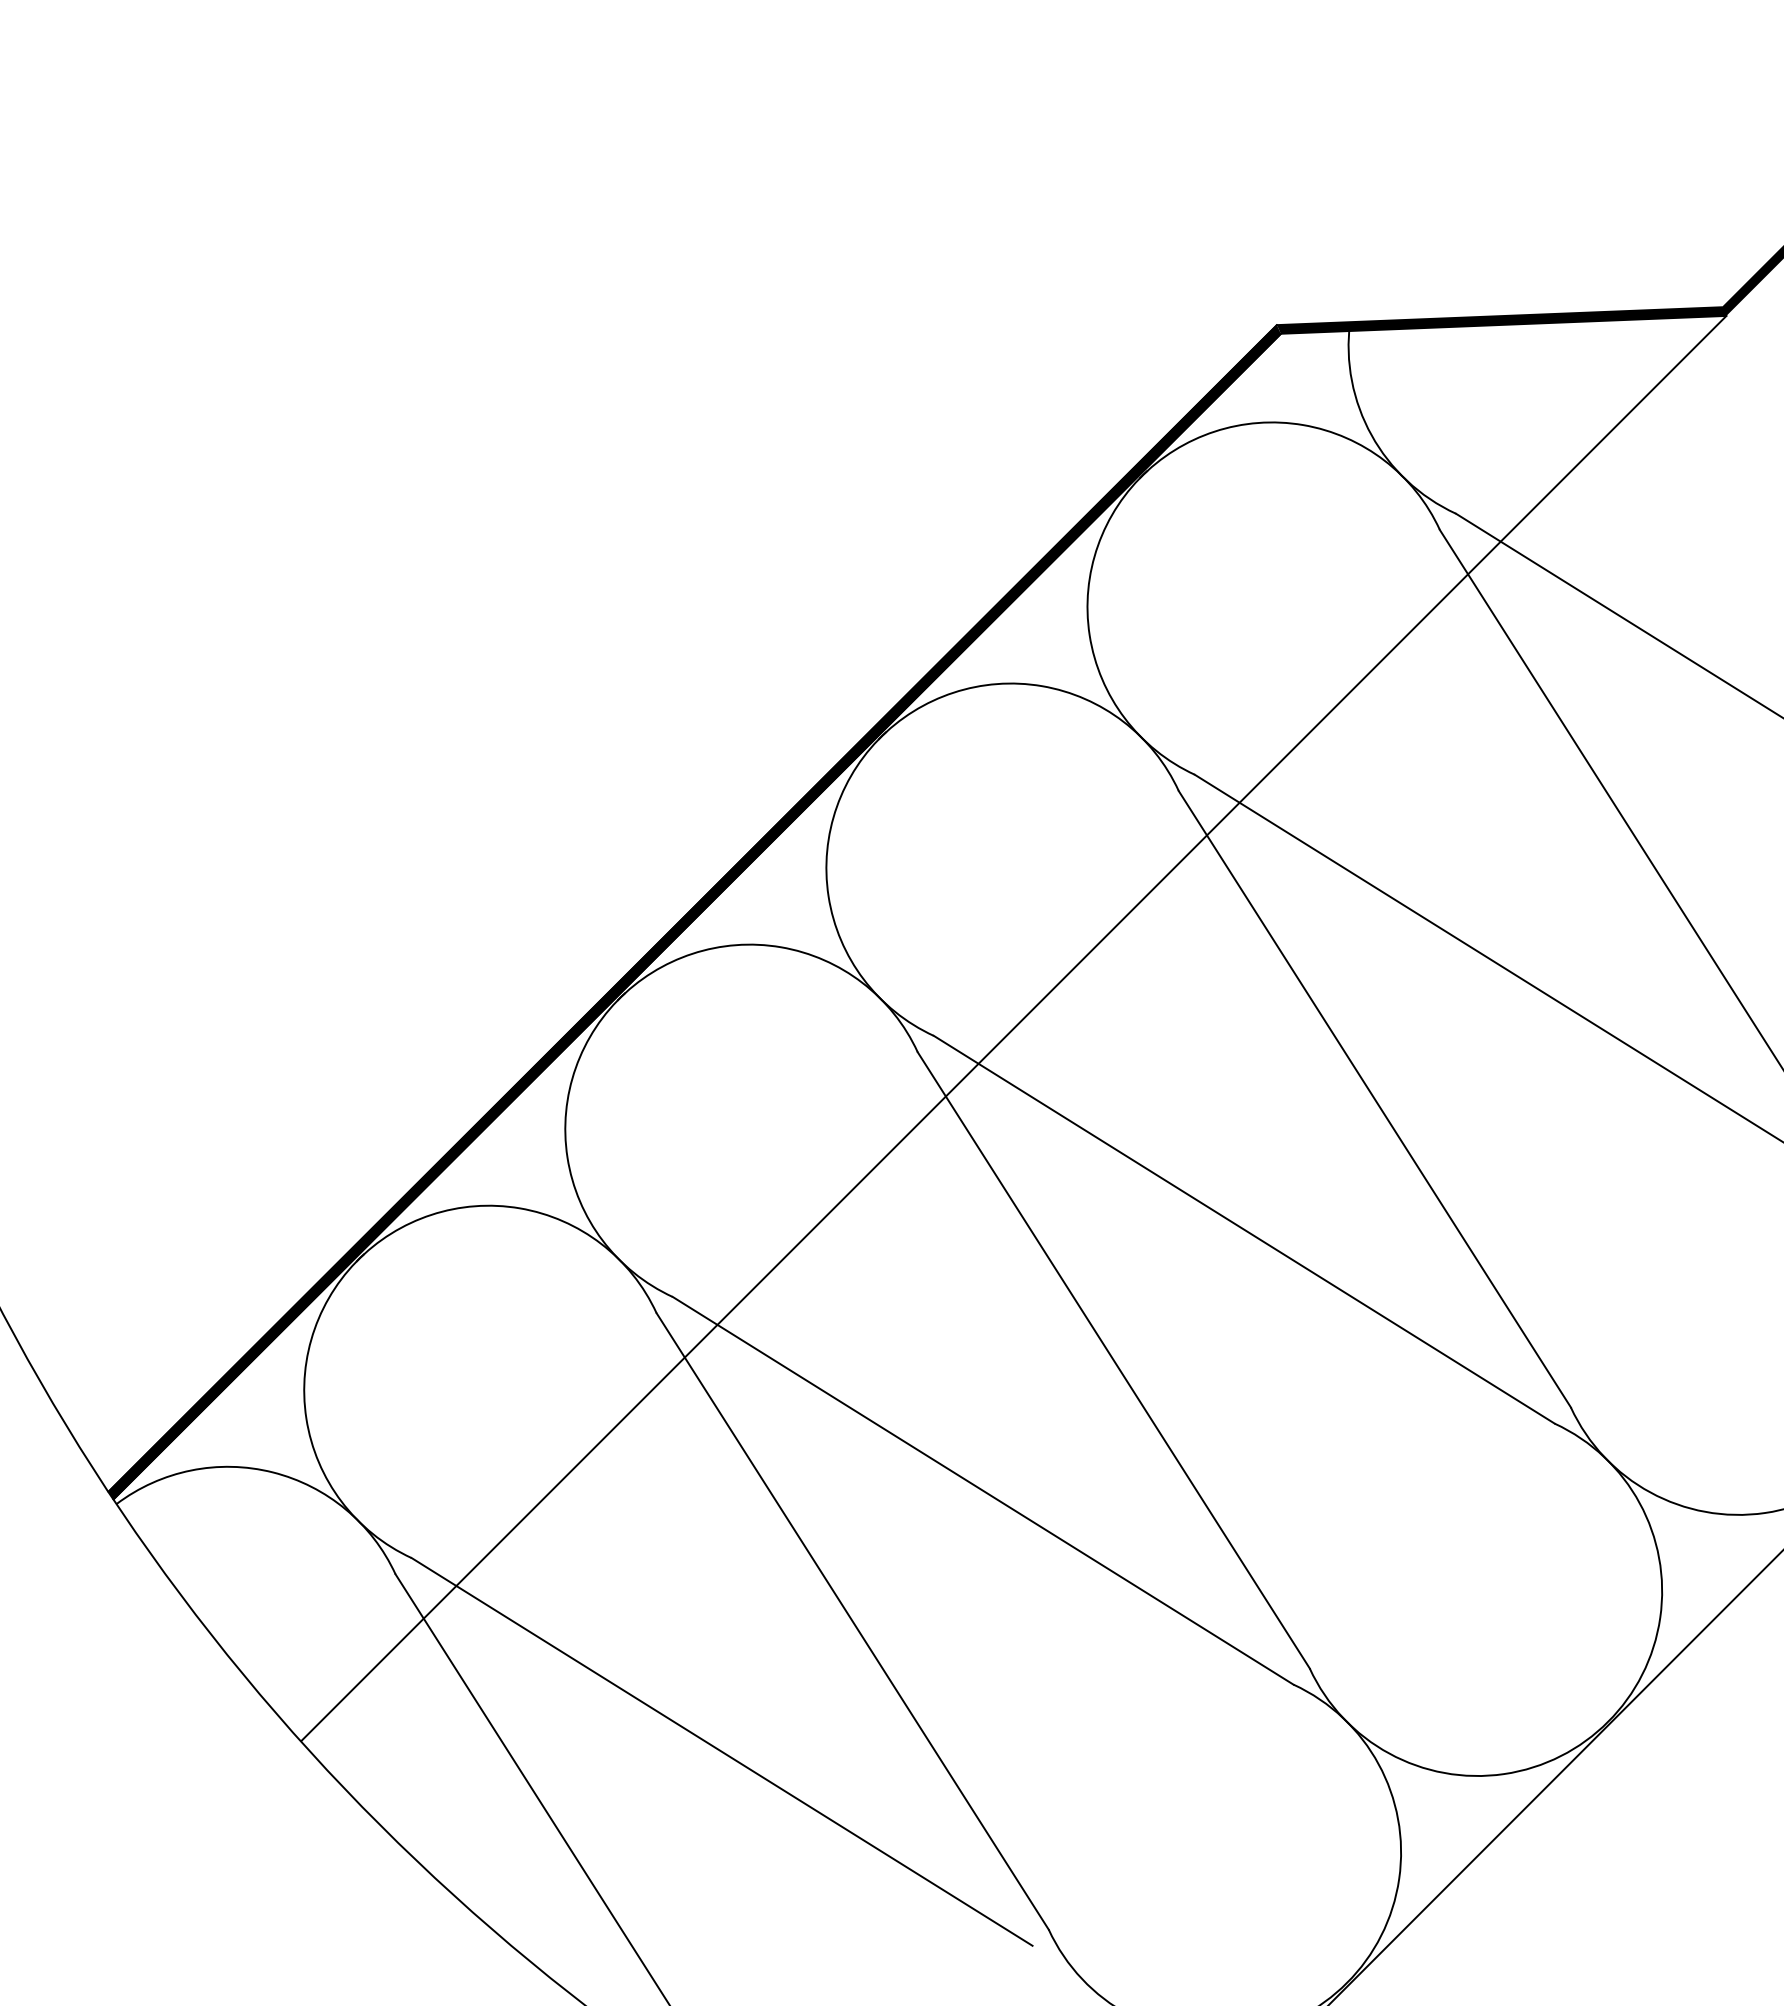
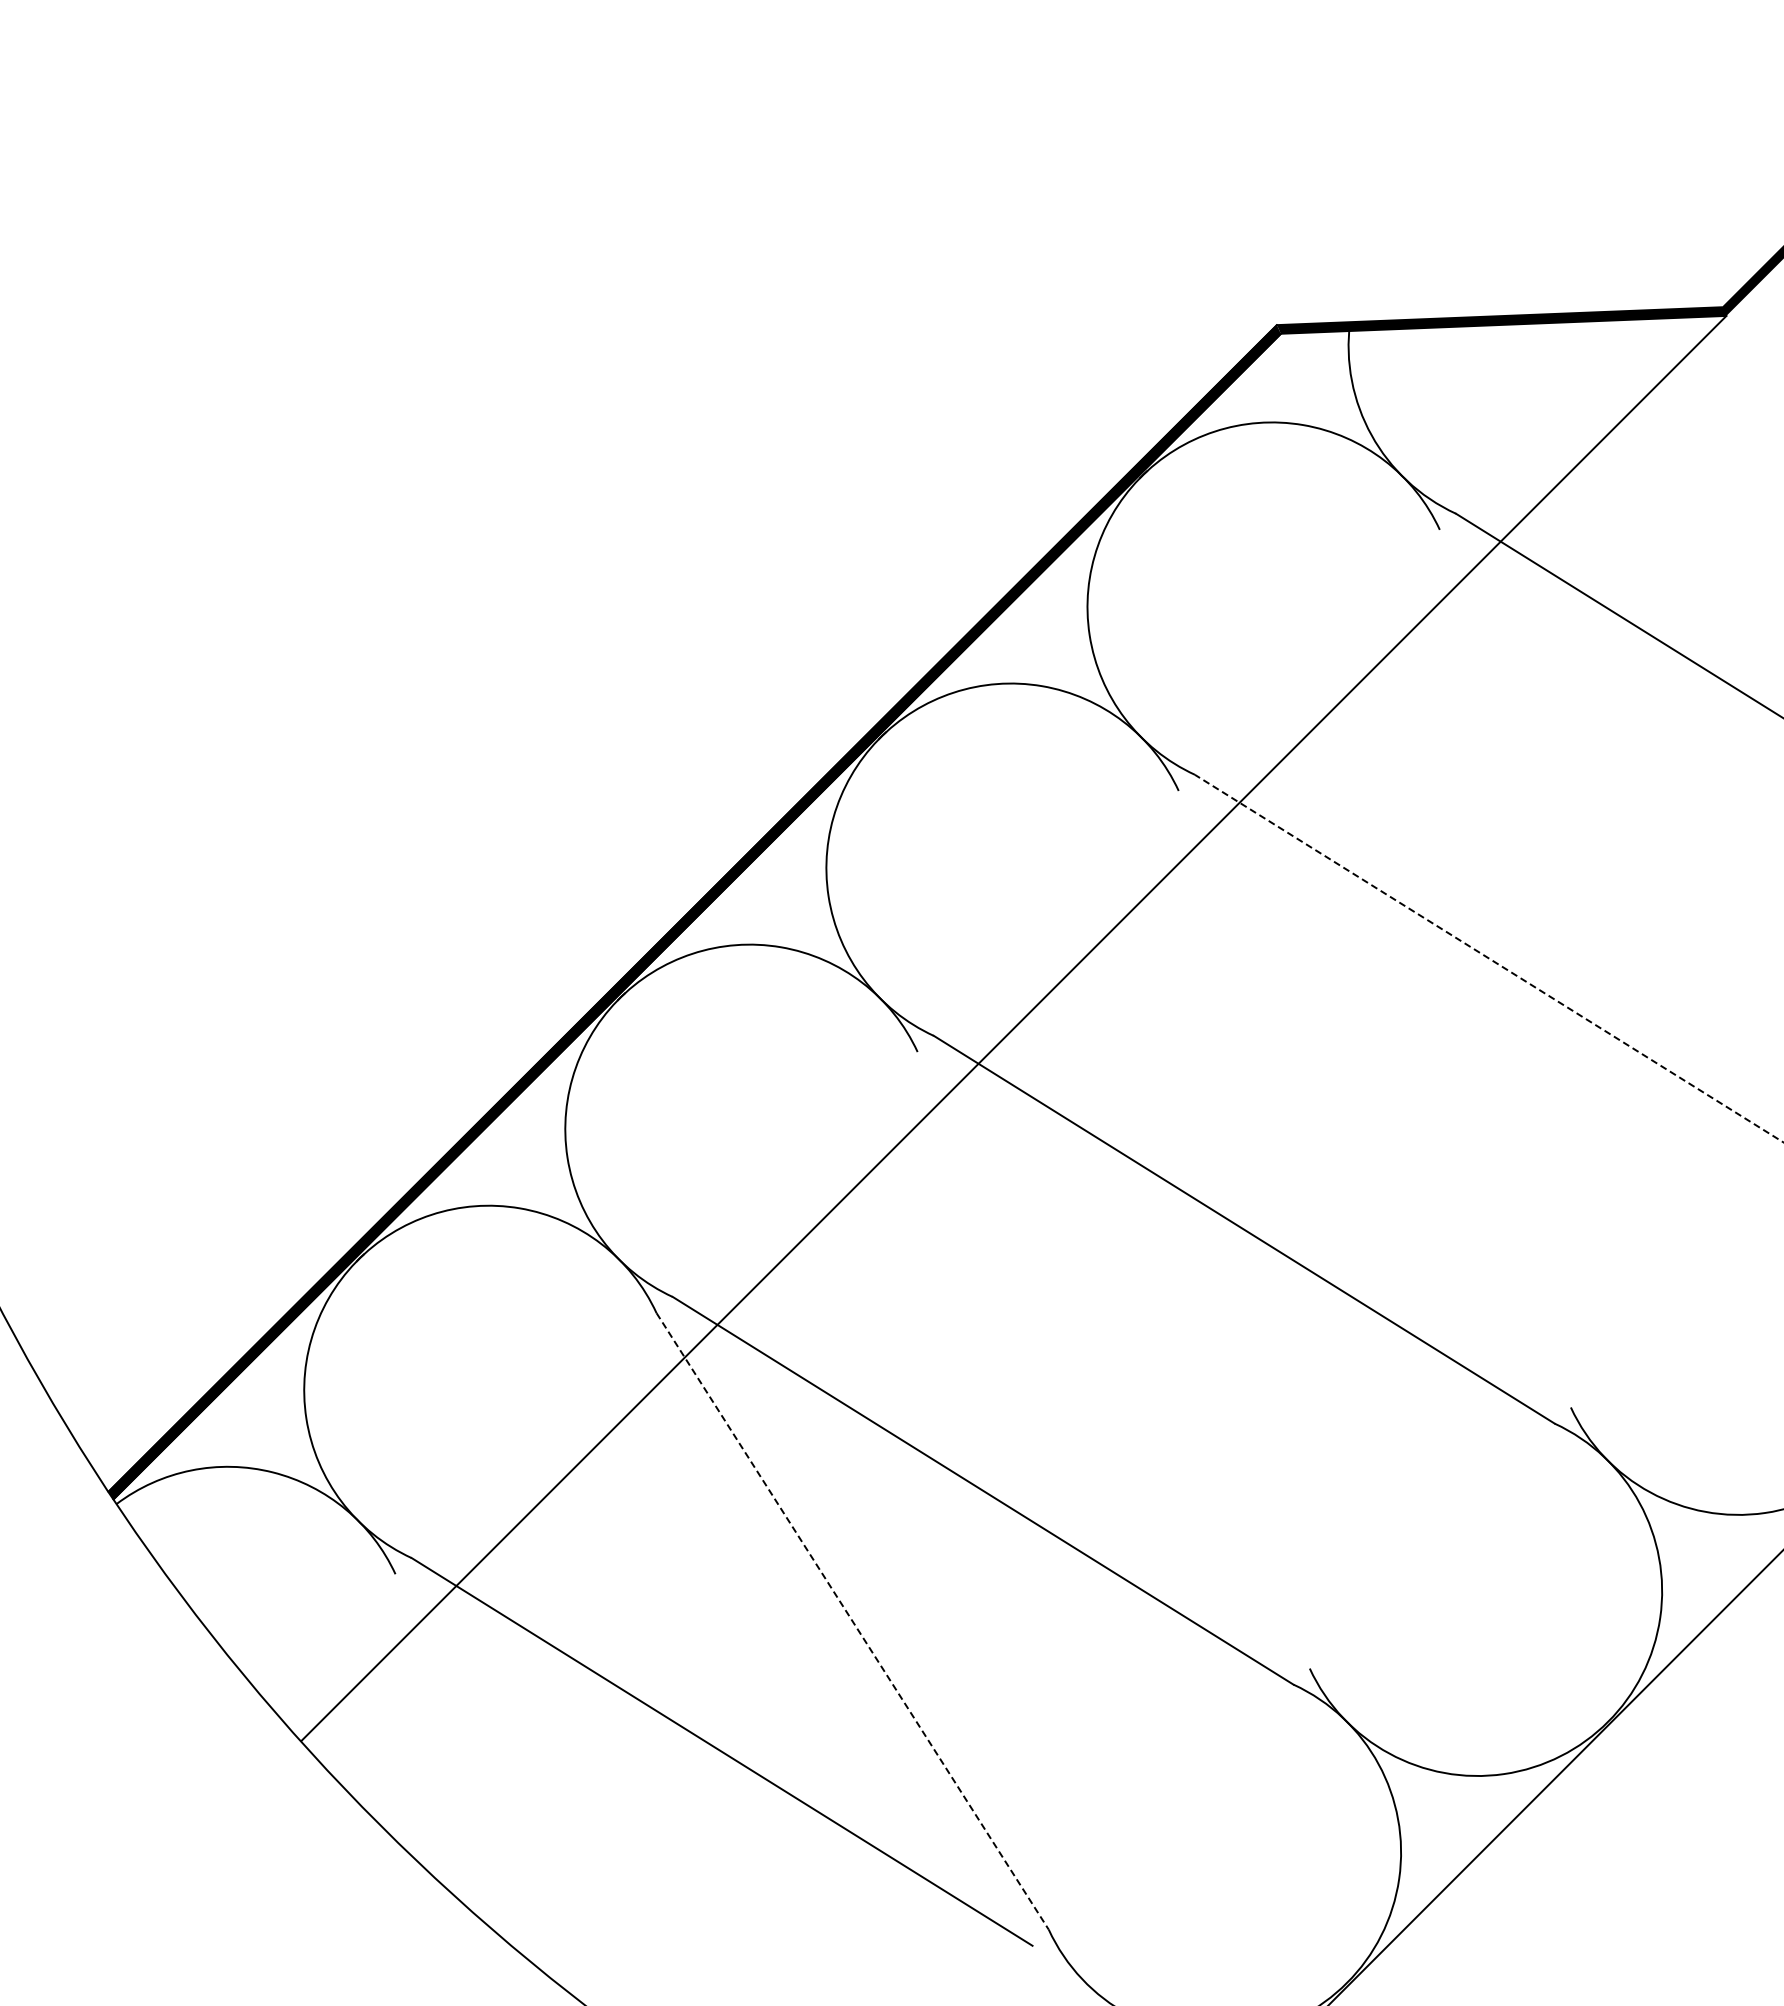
line at (1609, 797): present -> none
line at (1488, 958): solid -> dashed
line at (1374, 1098): present -> none
line at (1113, 1360): present -> none
line at (852, 1621): solid -> dashed
line at (531, 1788): present -> none
